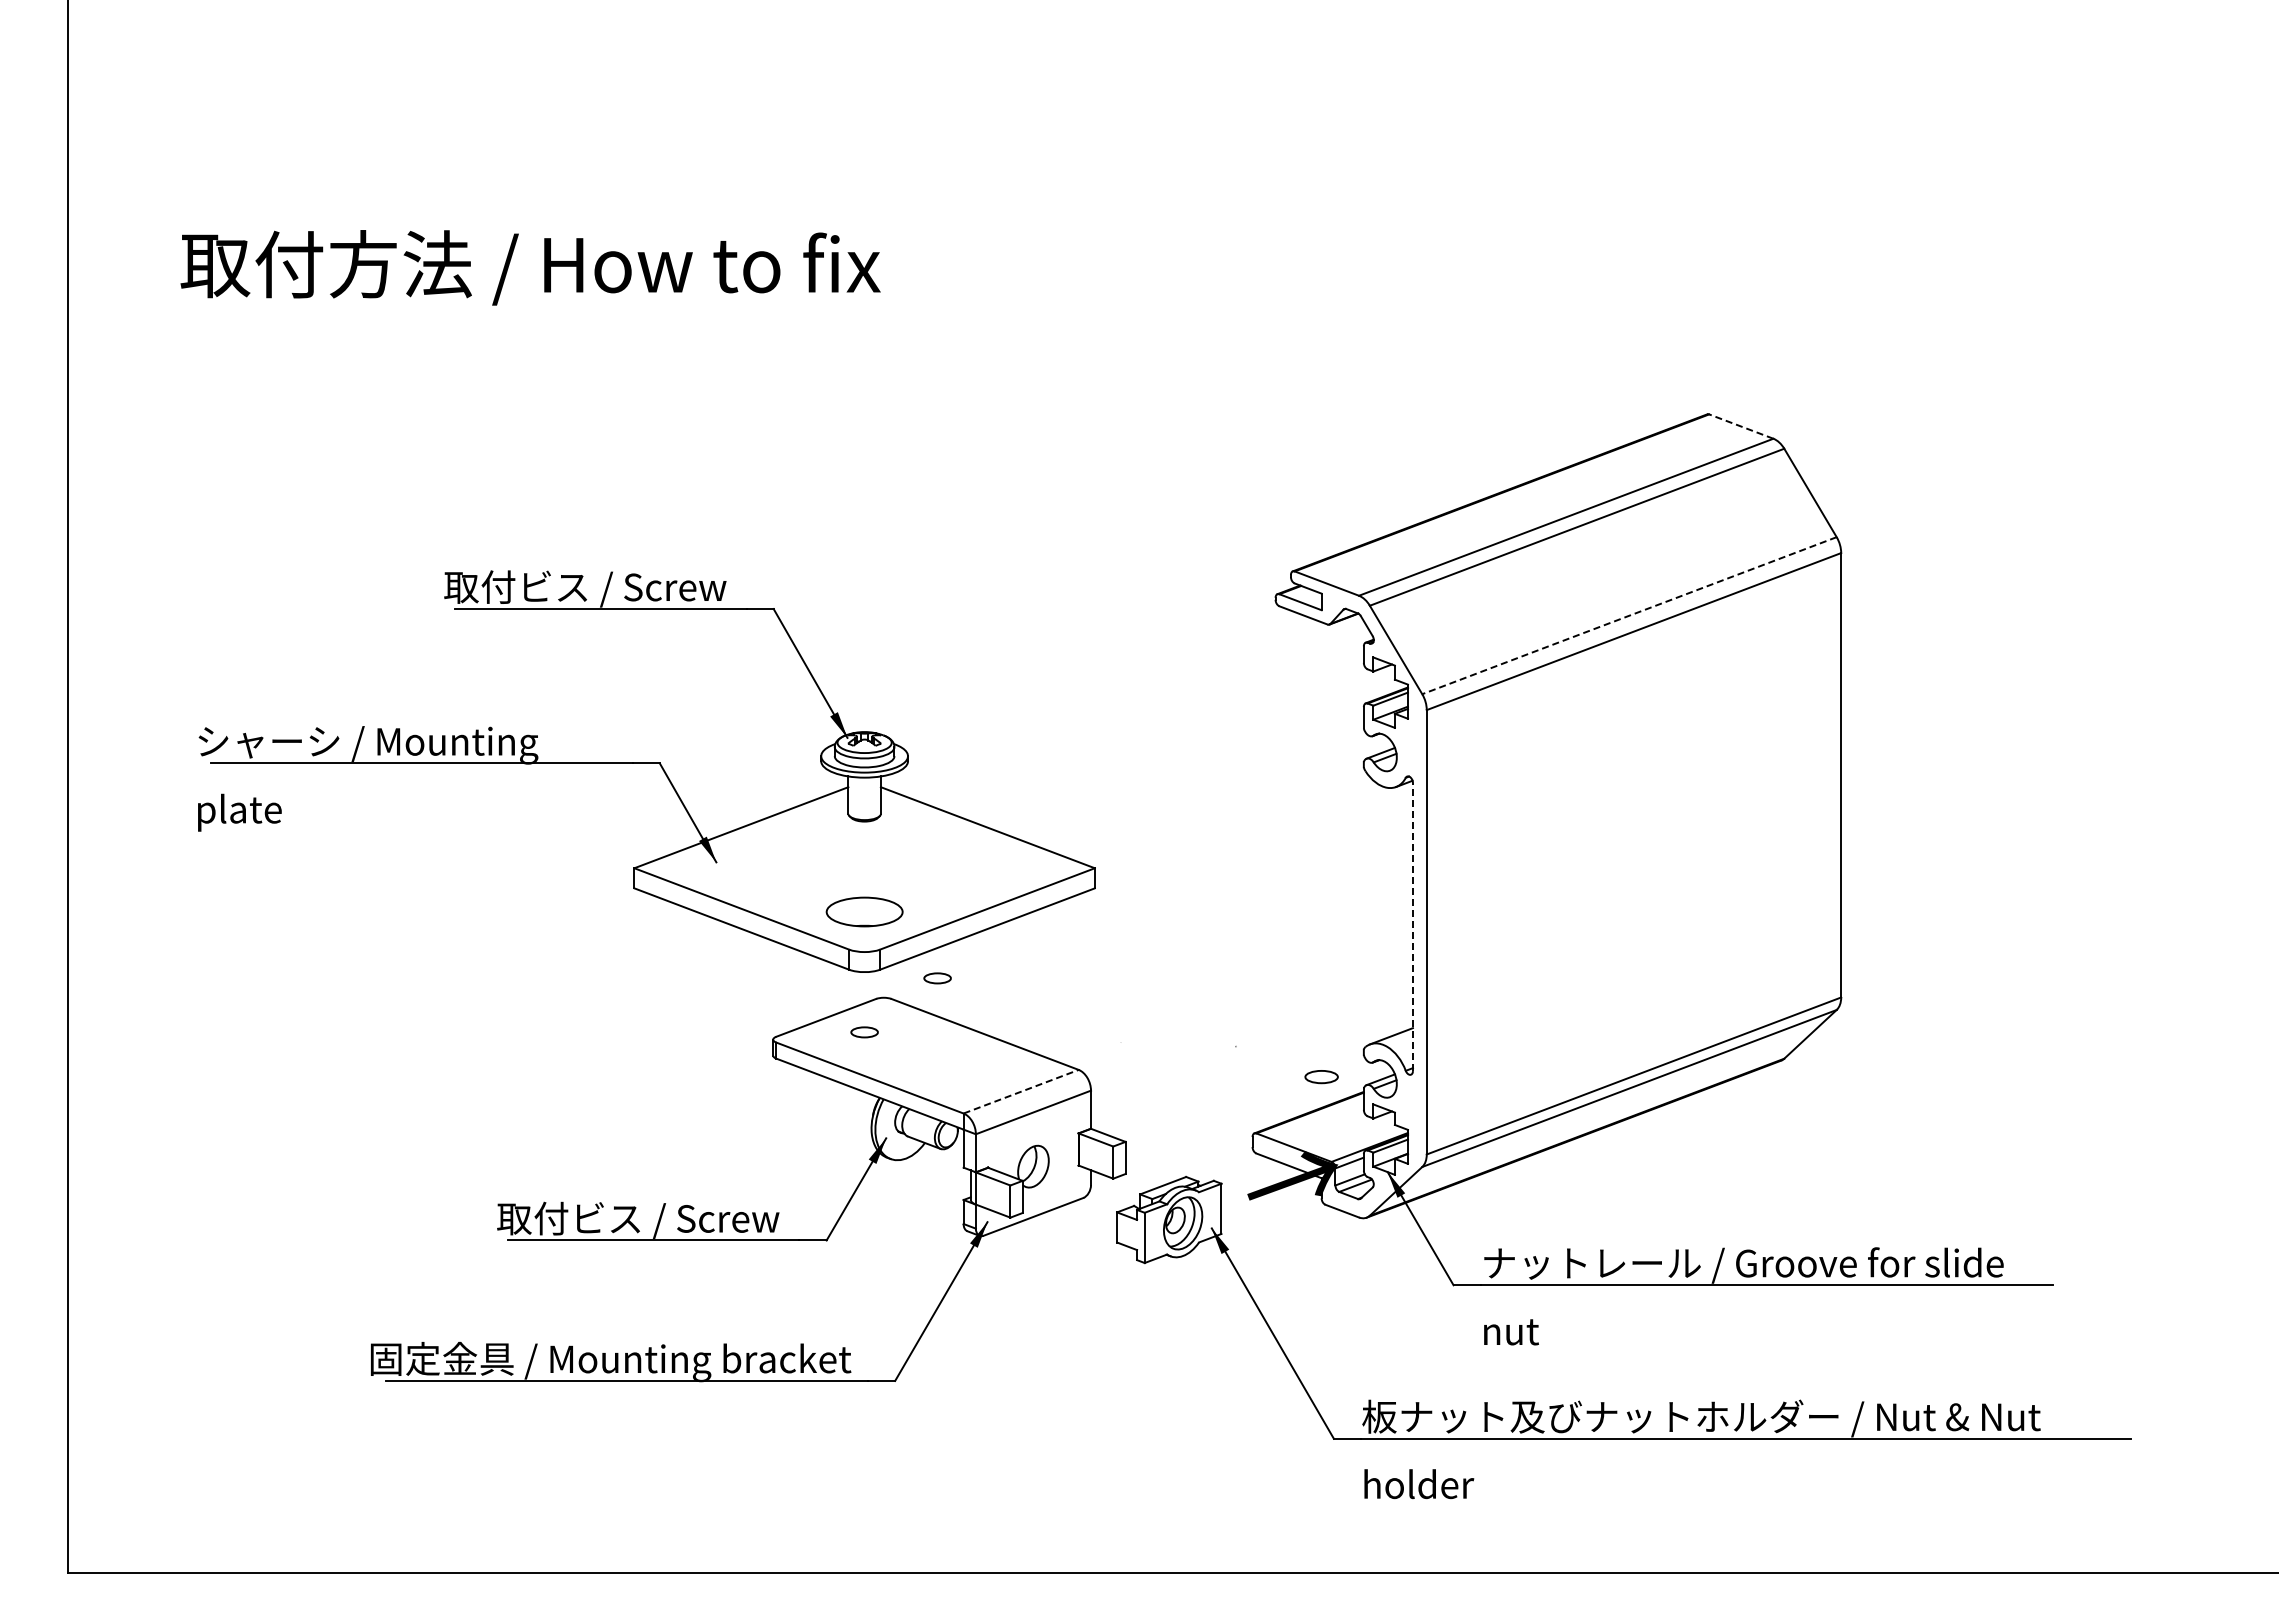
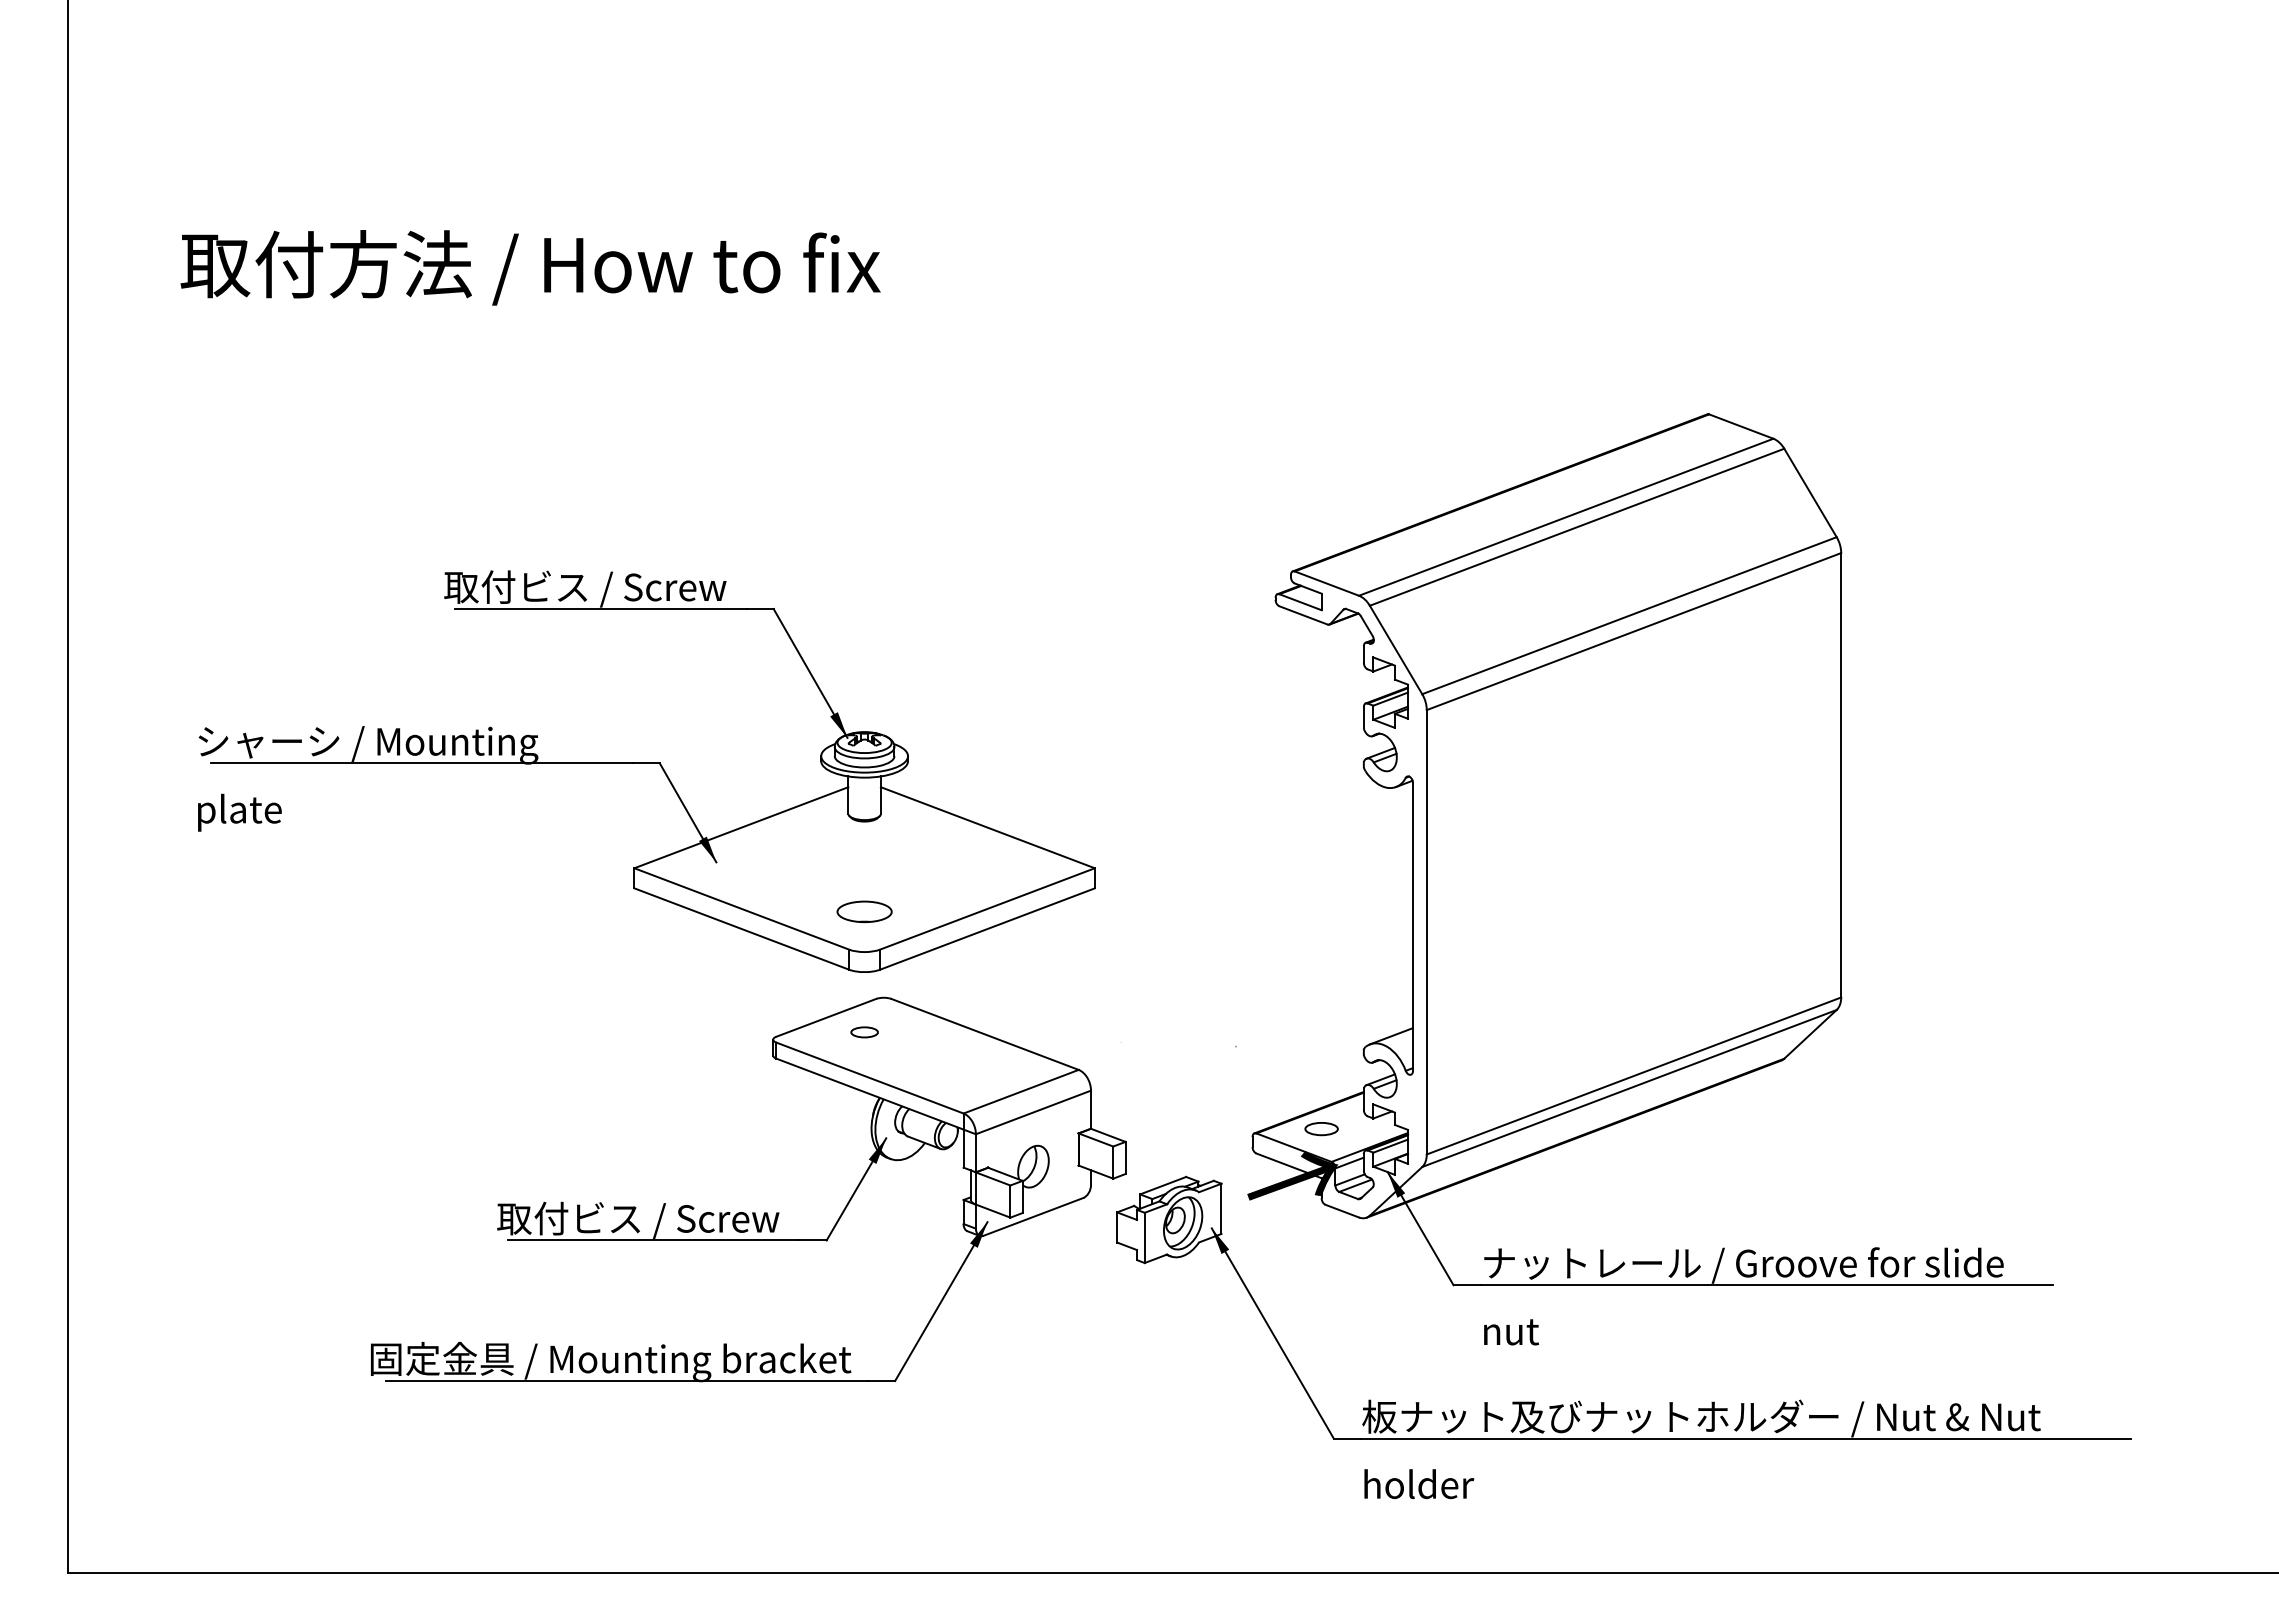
line at (1740, 426): dashed -> solid
line at (1629, 615): dashed -> solid
part at (864, 911) size: 79x32 px -> 57x23 px
line at (1412, 926): dashed -> solid
part at (937, 978): present -> none
part at (1321, 1077) position: (1321, 1077) -> (1321, 1129)
line at (1021, 1091): dashed -> solid
